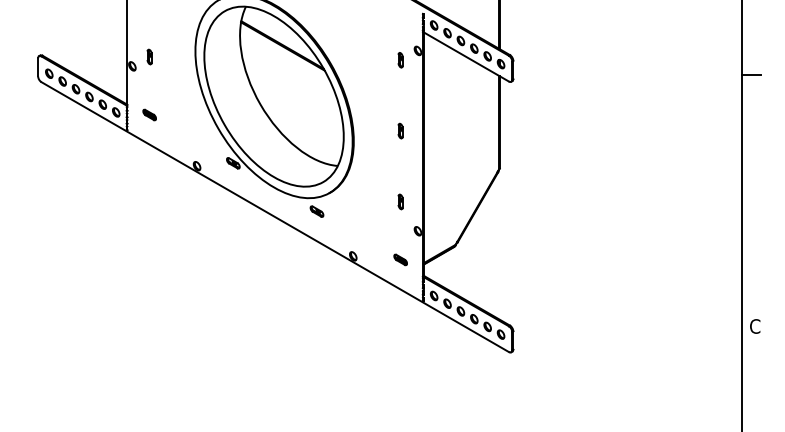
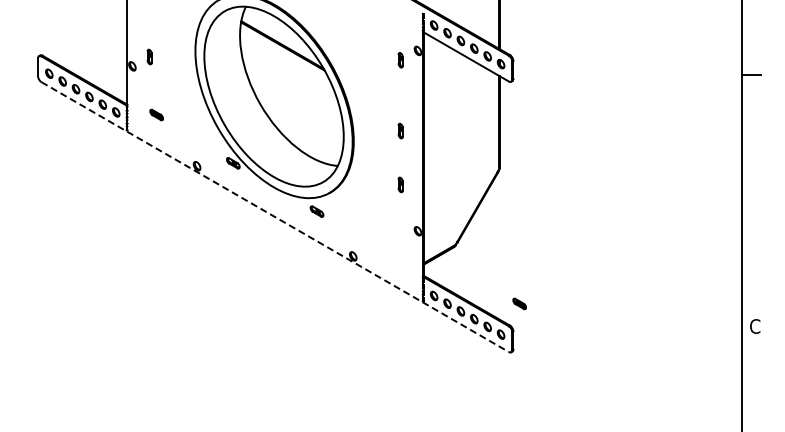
part at (149, 114) position: (149, 114) -> (156, 114)
part at (400, 201) position: (400, 201) -> (400, 184)
line at (275, 217): solid -> dashed
part at (400, 259) position: (400, 259) -> (519, 303)
